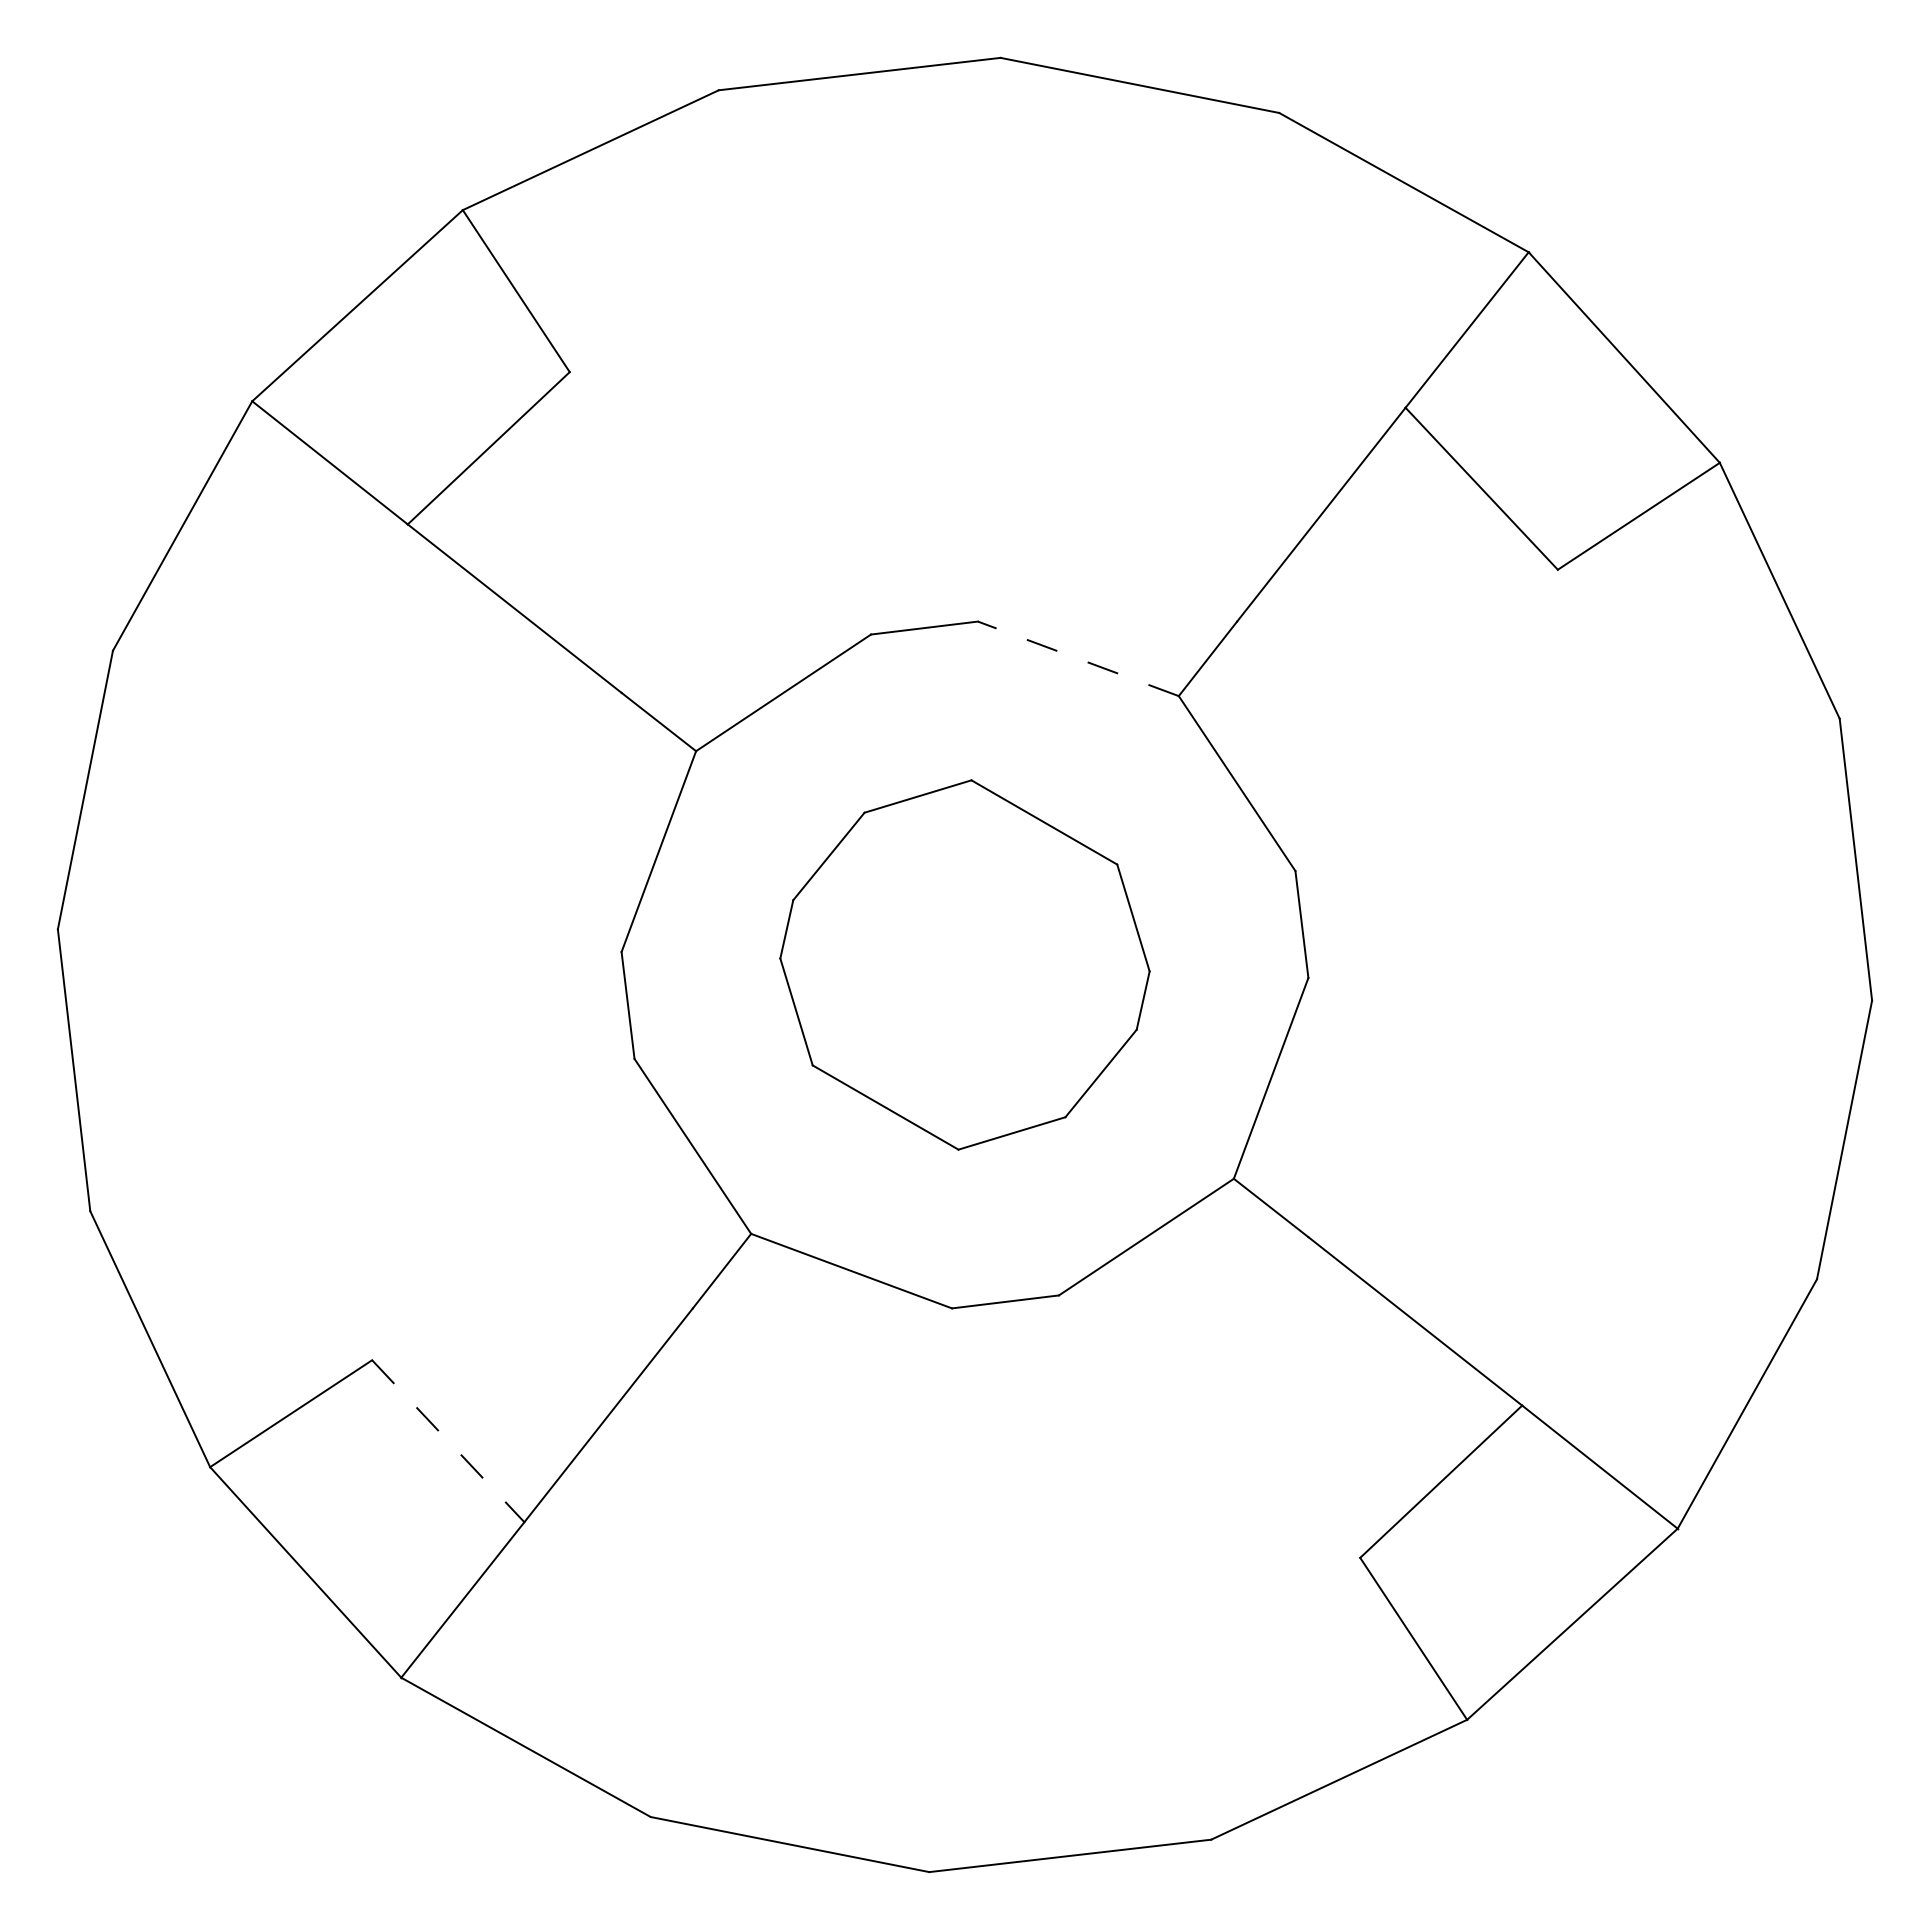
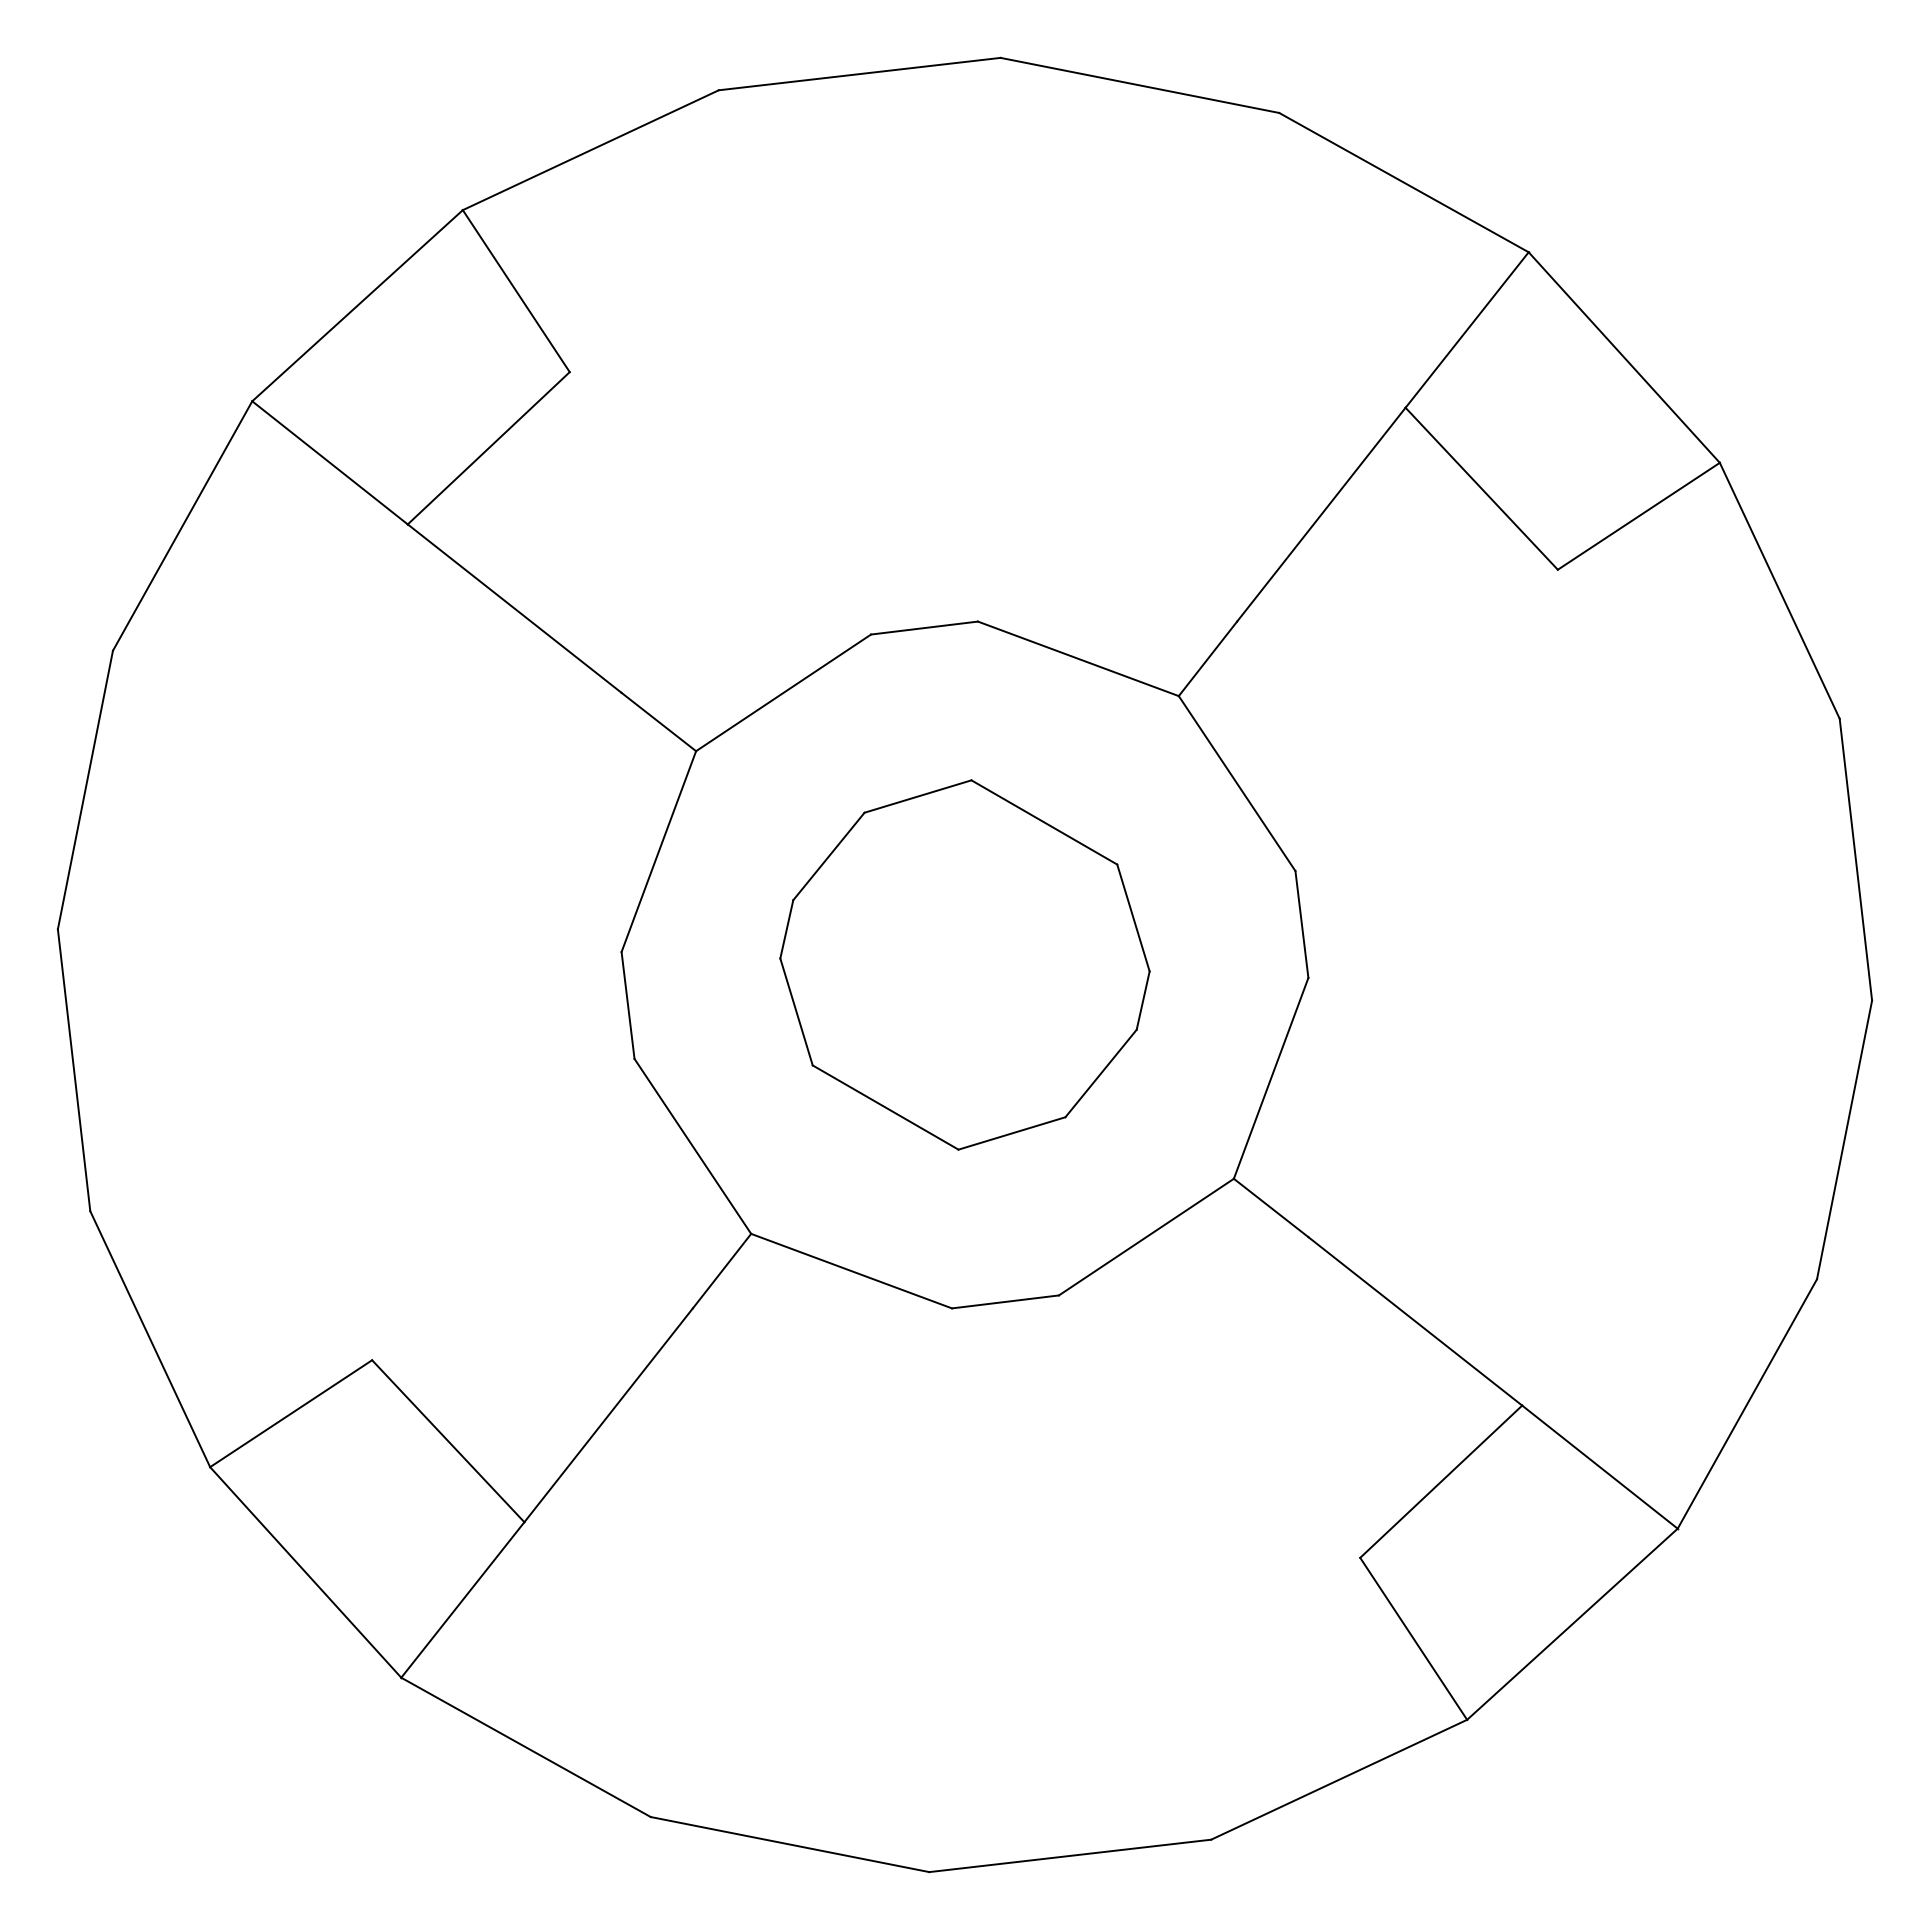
line at (1077, 658): dashed -> solid
line at (448, 1441): dashed -> solid
